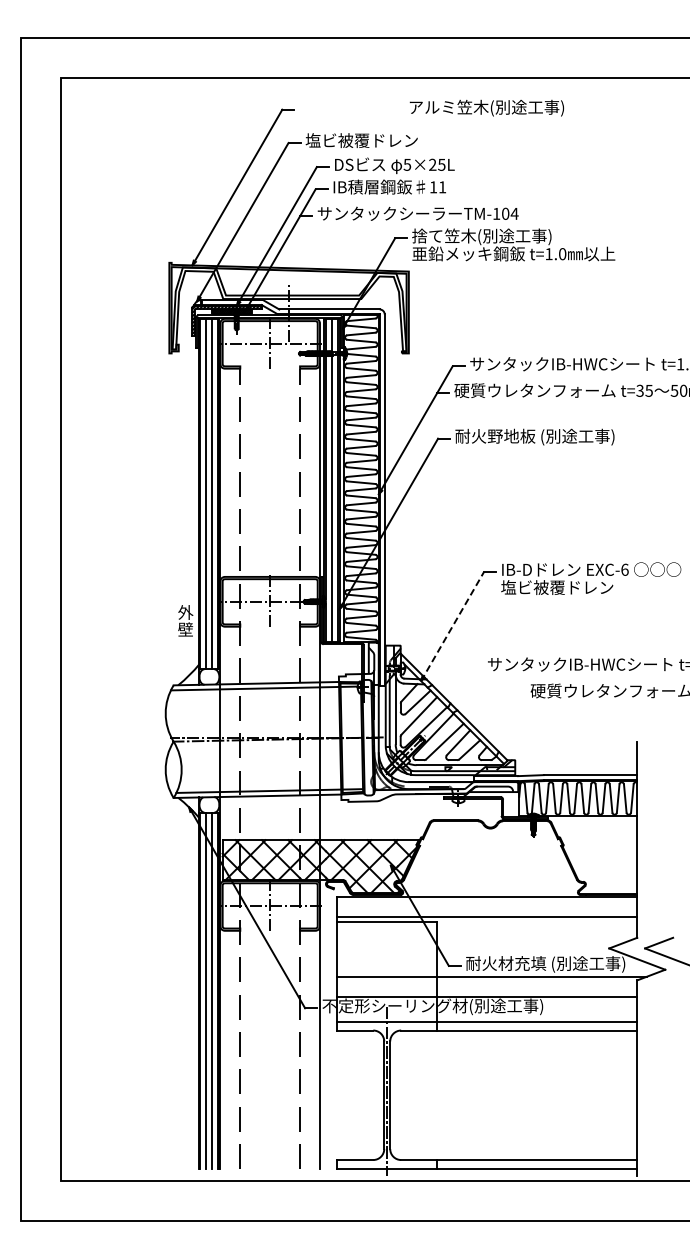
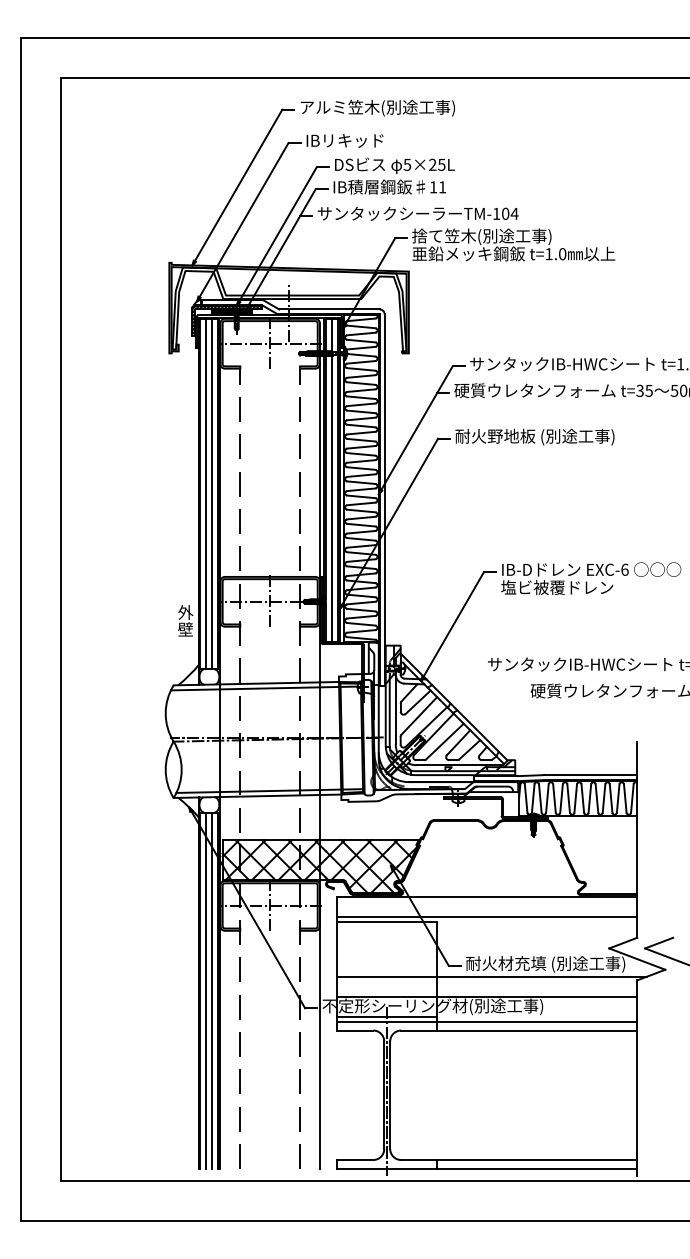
text at (486, 107) position: (486, 107) -> (377, 107)
text at (361, 140): 塩ビ被覆ドレン -> IBリキッド
line at (452, 626): dashed -> solid
line at (387, 1016): none -> present
